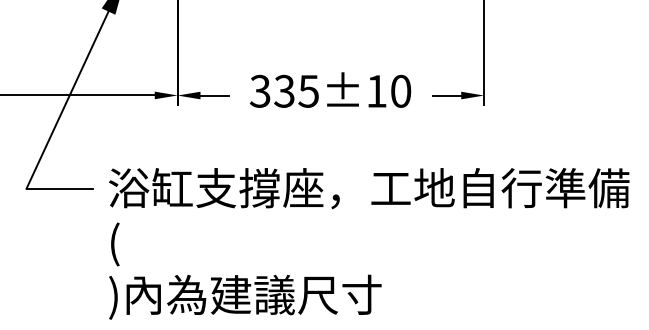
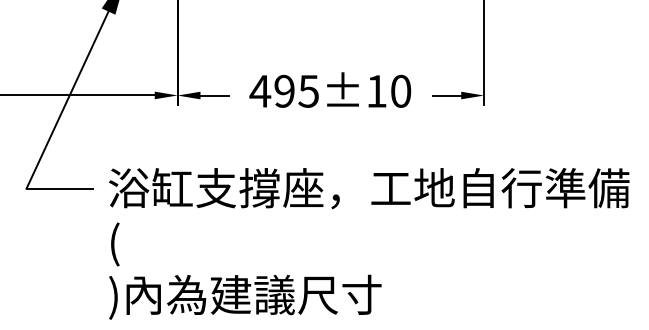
text at (271, 90): 335±10 -> 495±10
